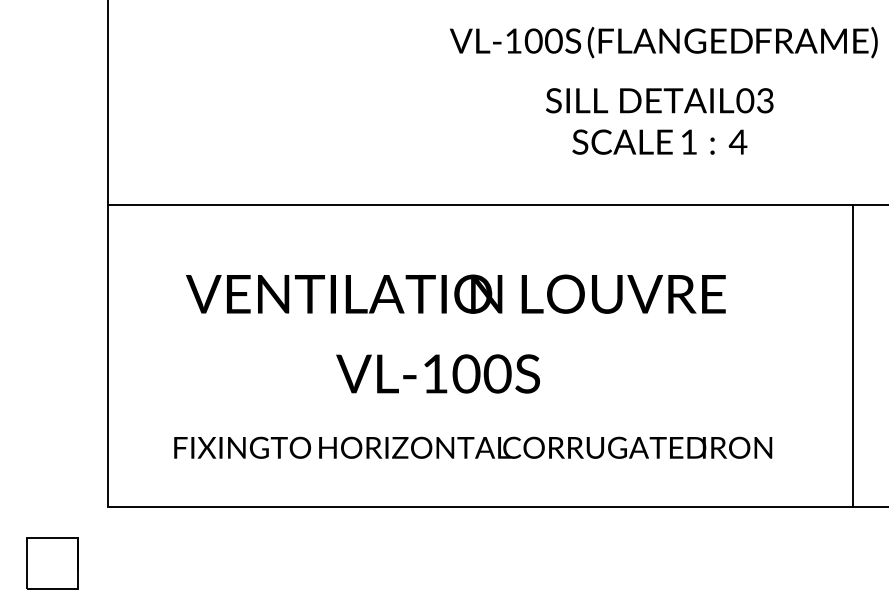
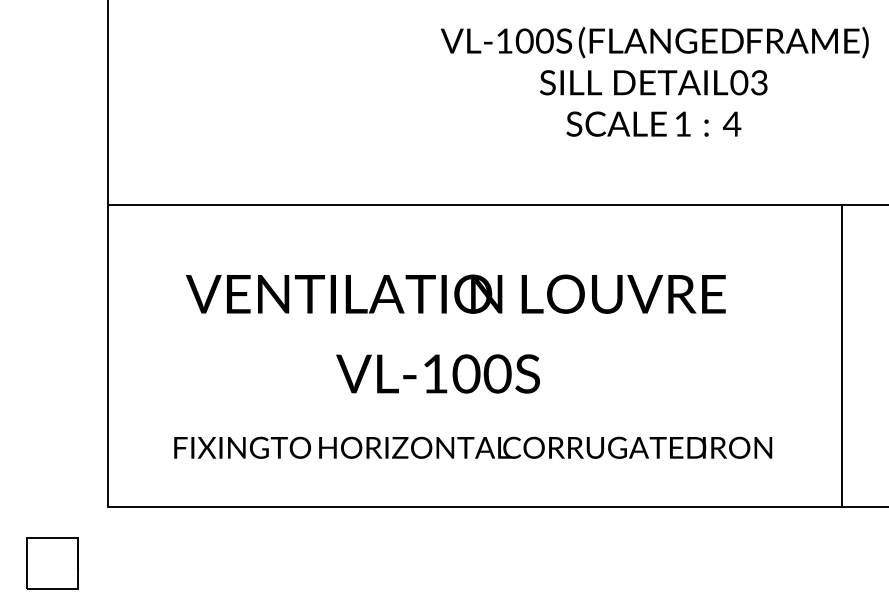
text at (663, 42) position: (663, 42) -> (654, 42)
text at (659, 121) position: (659, 121) -> (653, 103)
line at (852, 355) position: (852, 355) -> (841, 355)
